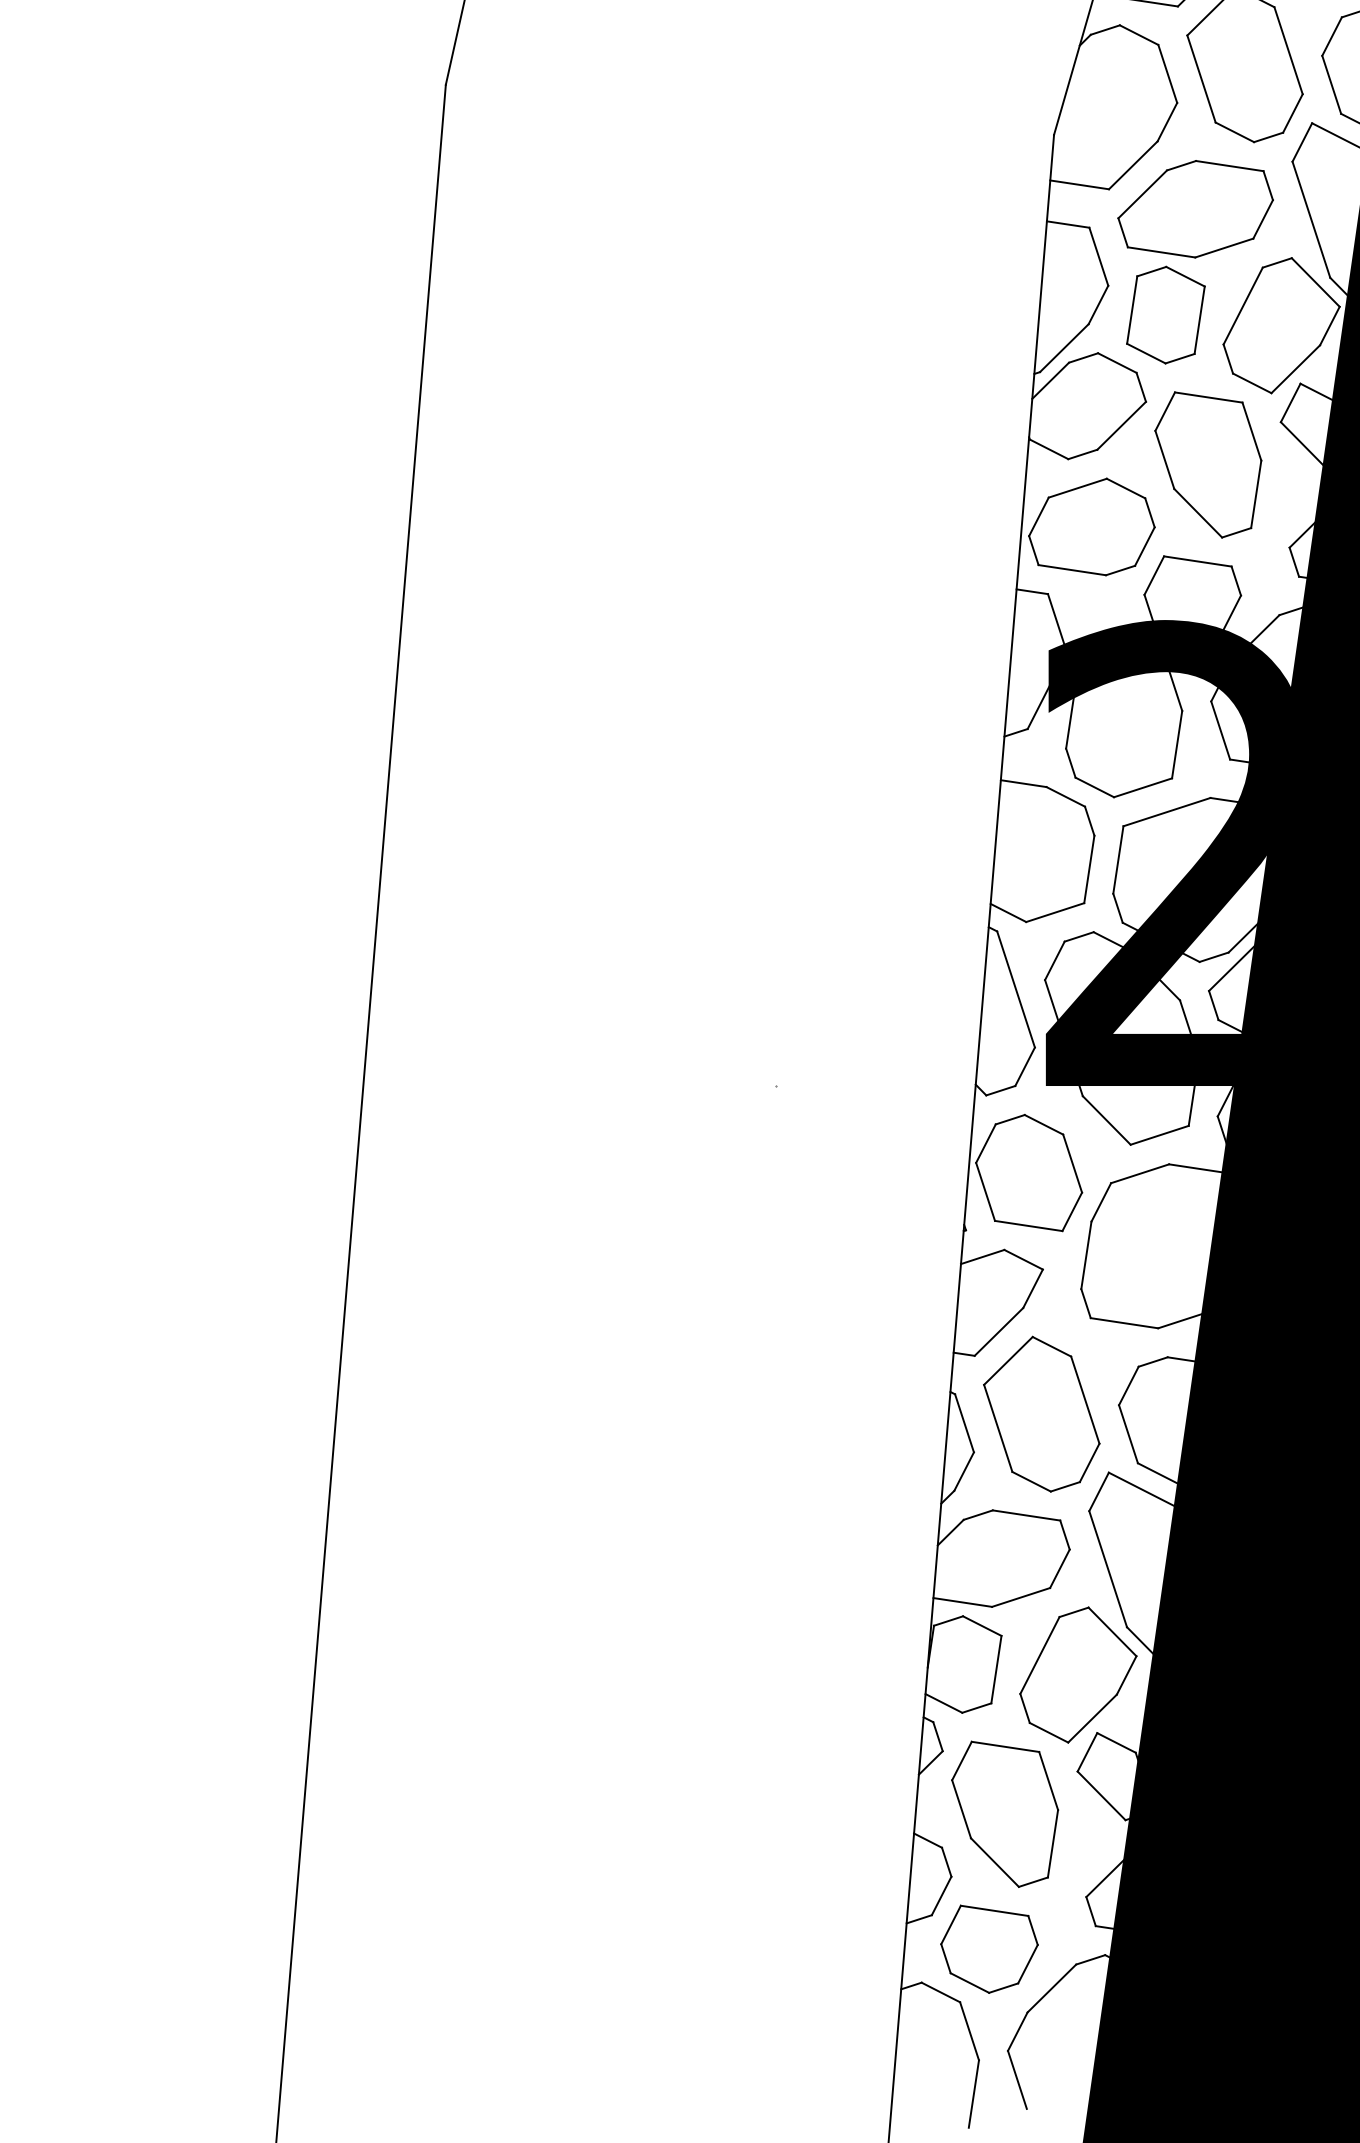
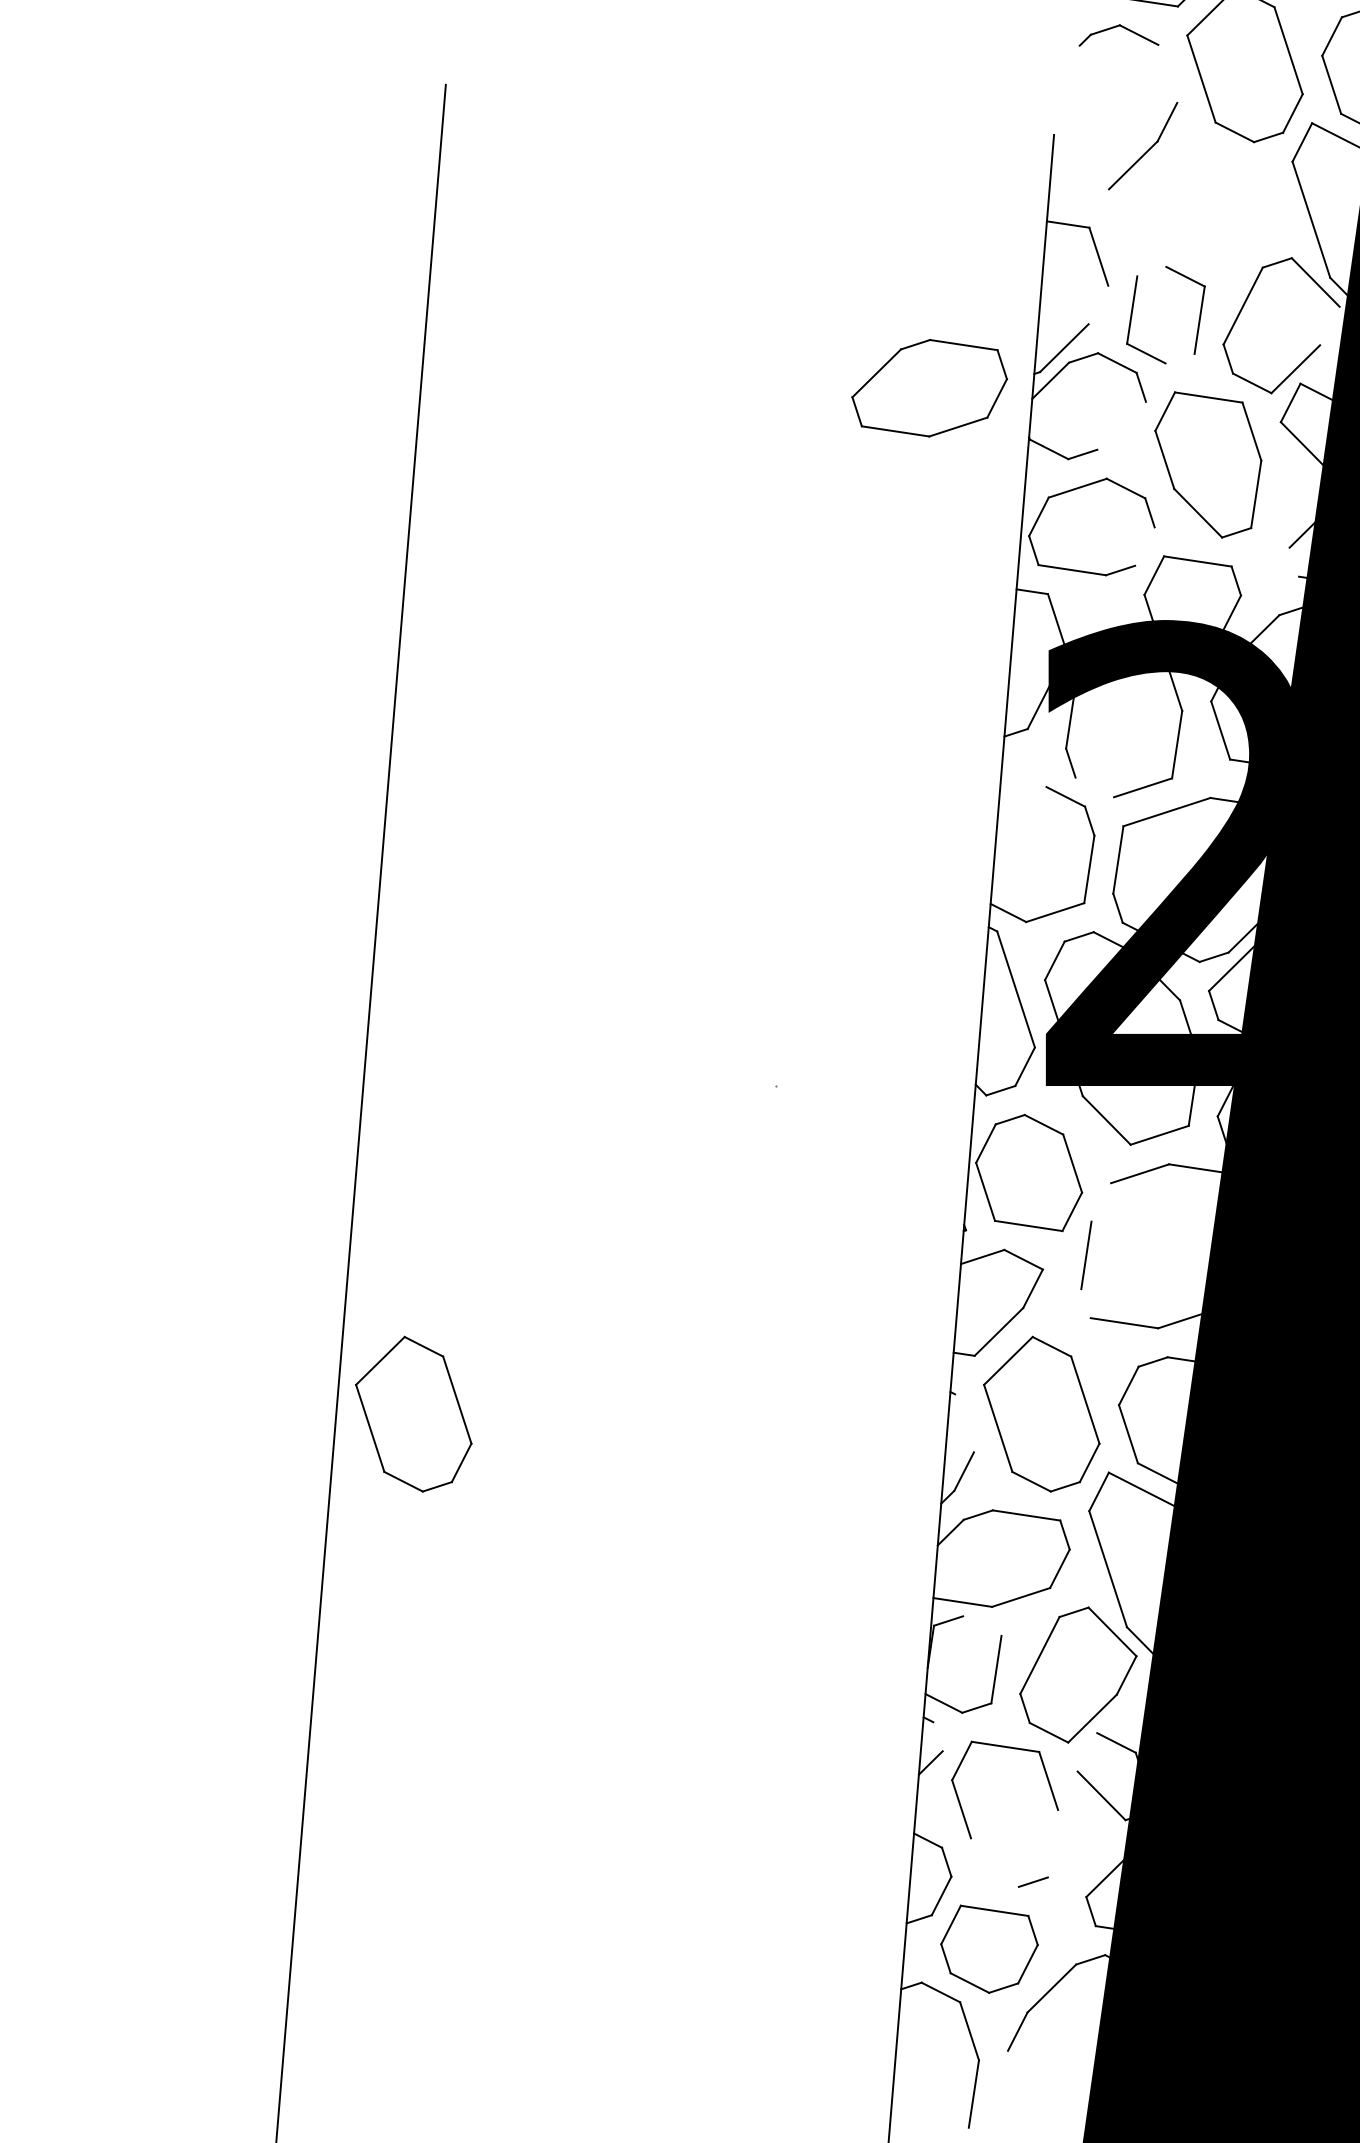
line at (454, 43): present -> none
line at (1073, 68): present -> none
line at (1167, 73): present -> none
line at (1079, 184): present -> none
part at (1195, 209) position: (1195, 209) -> (929, 388)
line at (1151, 271): present -> none
line at (1098, 304): present -> none
line at (1329, 325): present -> none
line at (1179, 358): present -> none
line at (1121, 425): present -> none
line at (1144, 546): present -> none
line at (1294, 561): present -> none
line at (1023, 783): present -> none
line at (1094, 787): present -> none
line at (1101, 1202): present -> none
line at (1085, 1303): present -> none
part at (413, 1413): none -> present
line at (964, 1423): present -> none
line at (982, 1625): present -> none
line at (937, 1736): present -> none
line at (1087, 1752): present -> none
line at (1052, 1843): present -> none
line at (994, 1862): present -> none
line at (1017, 2079): present -> none
